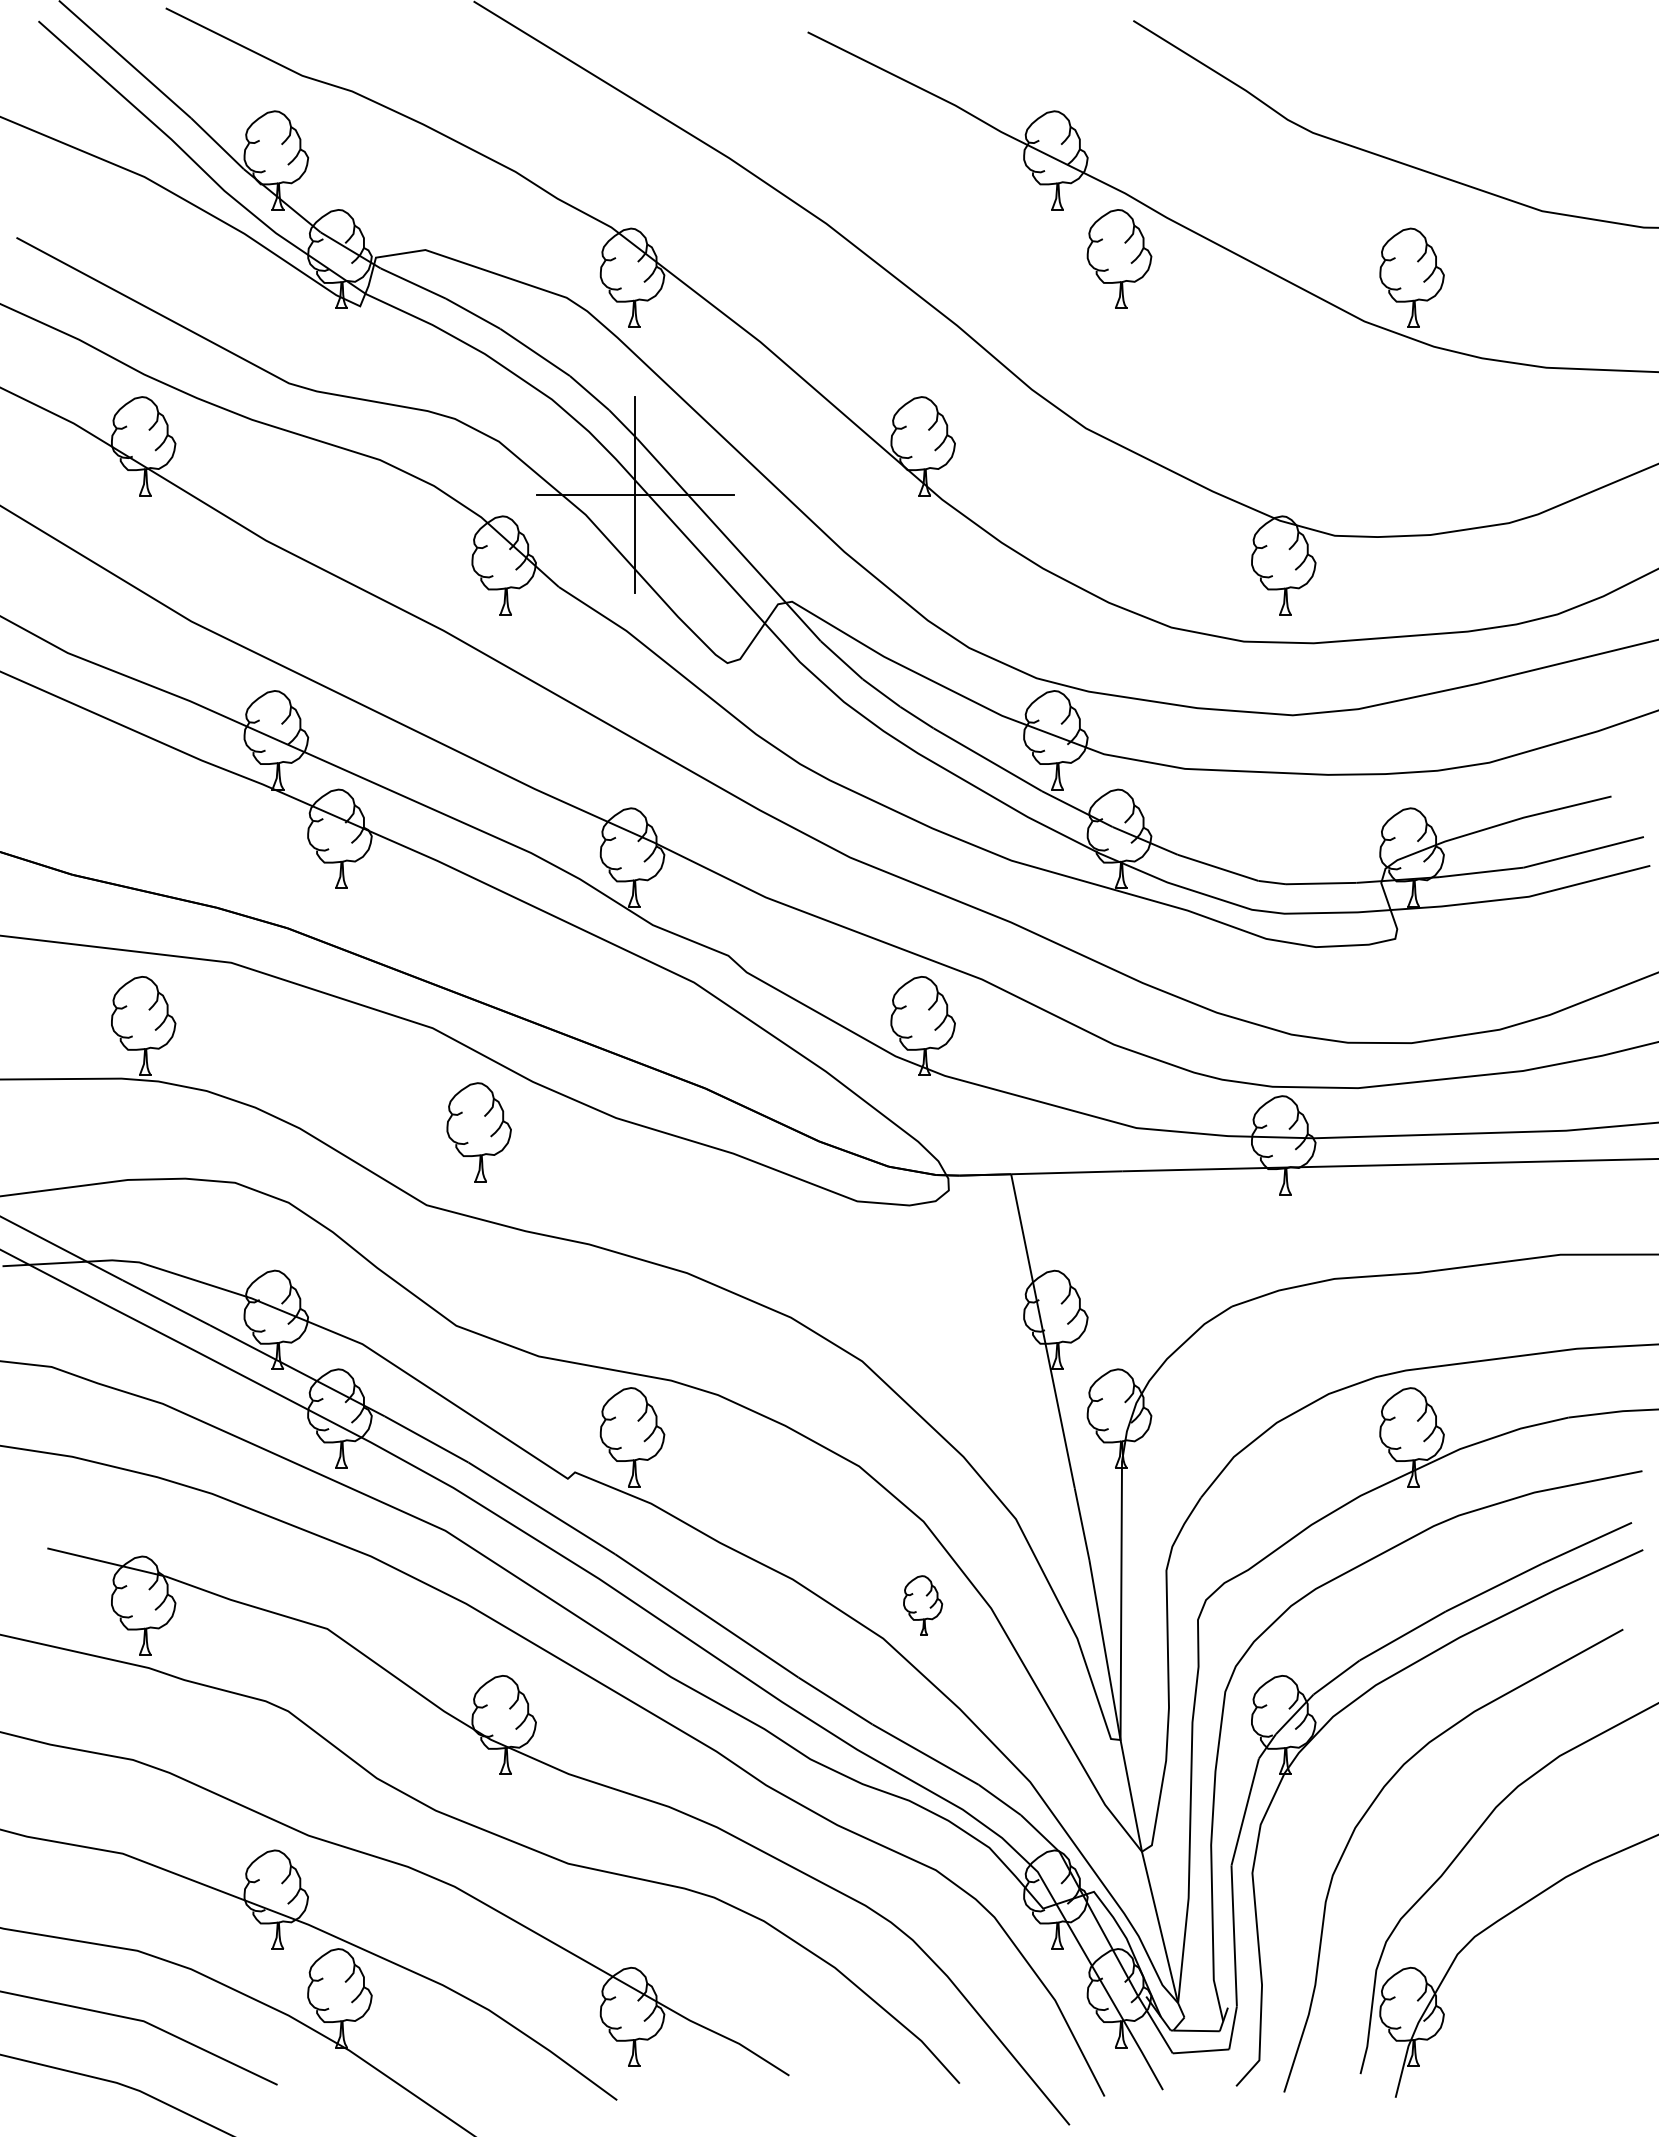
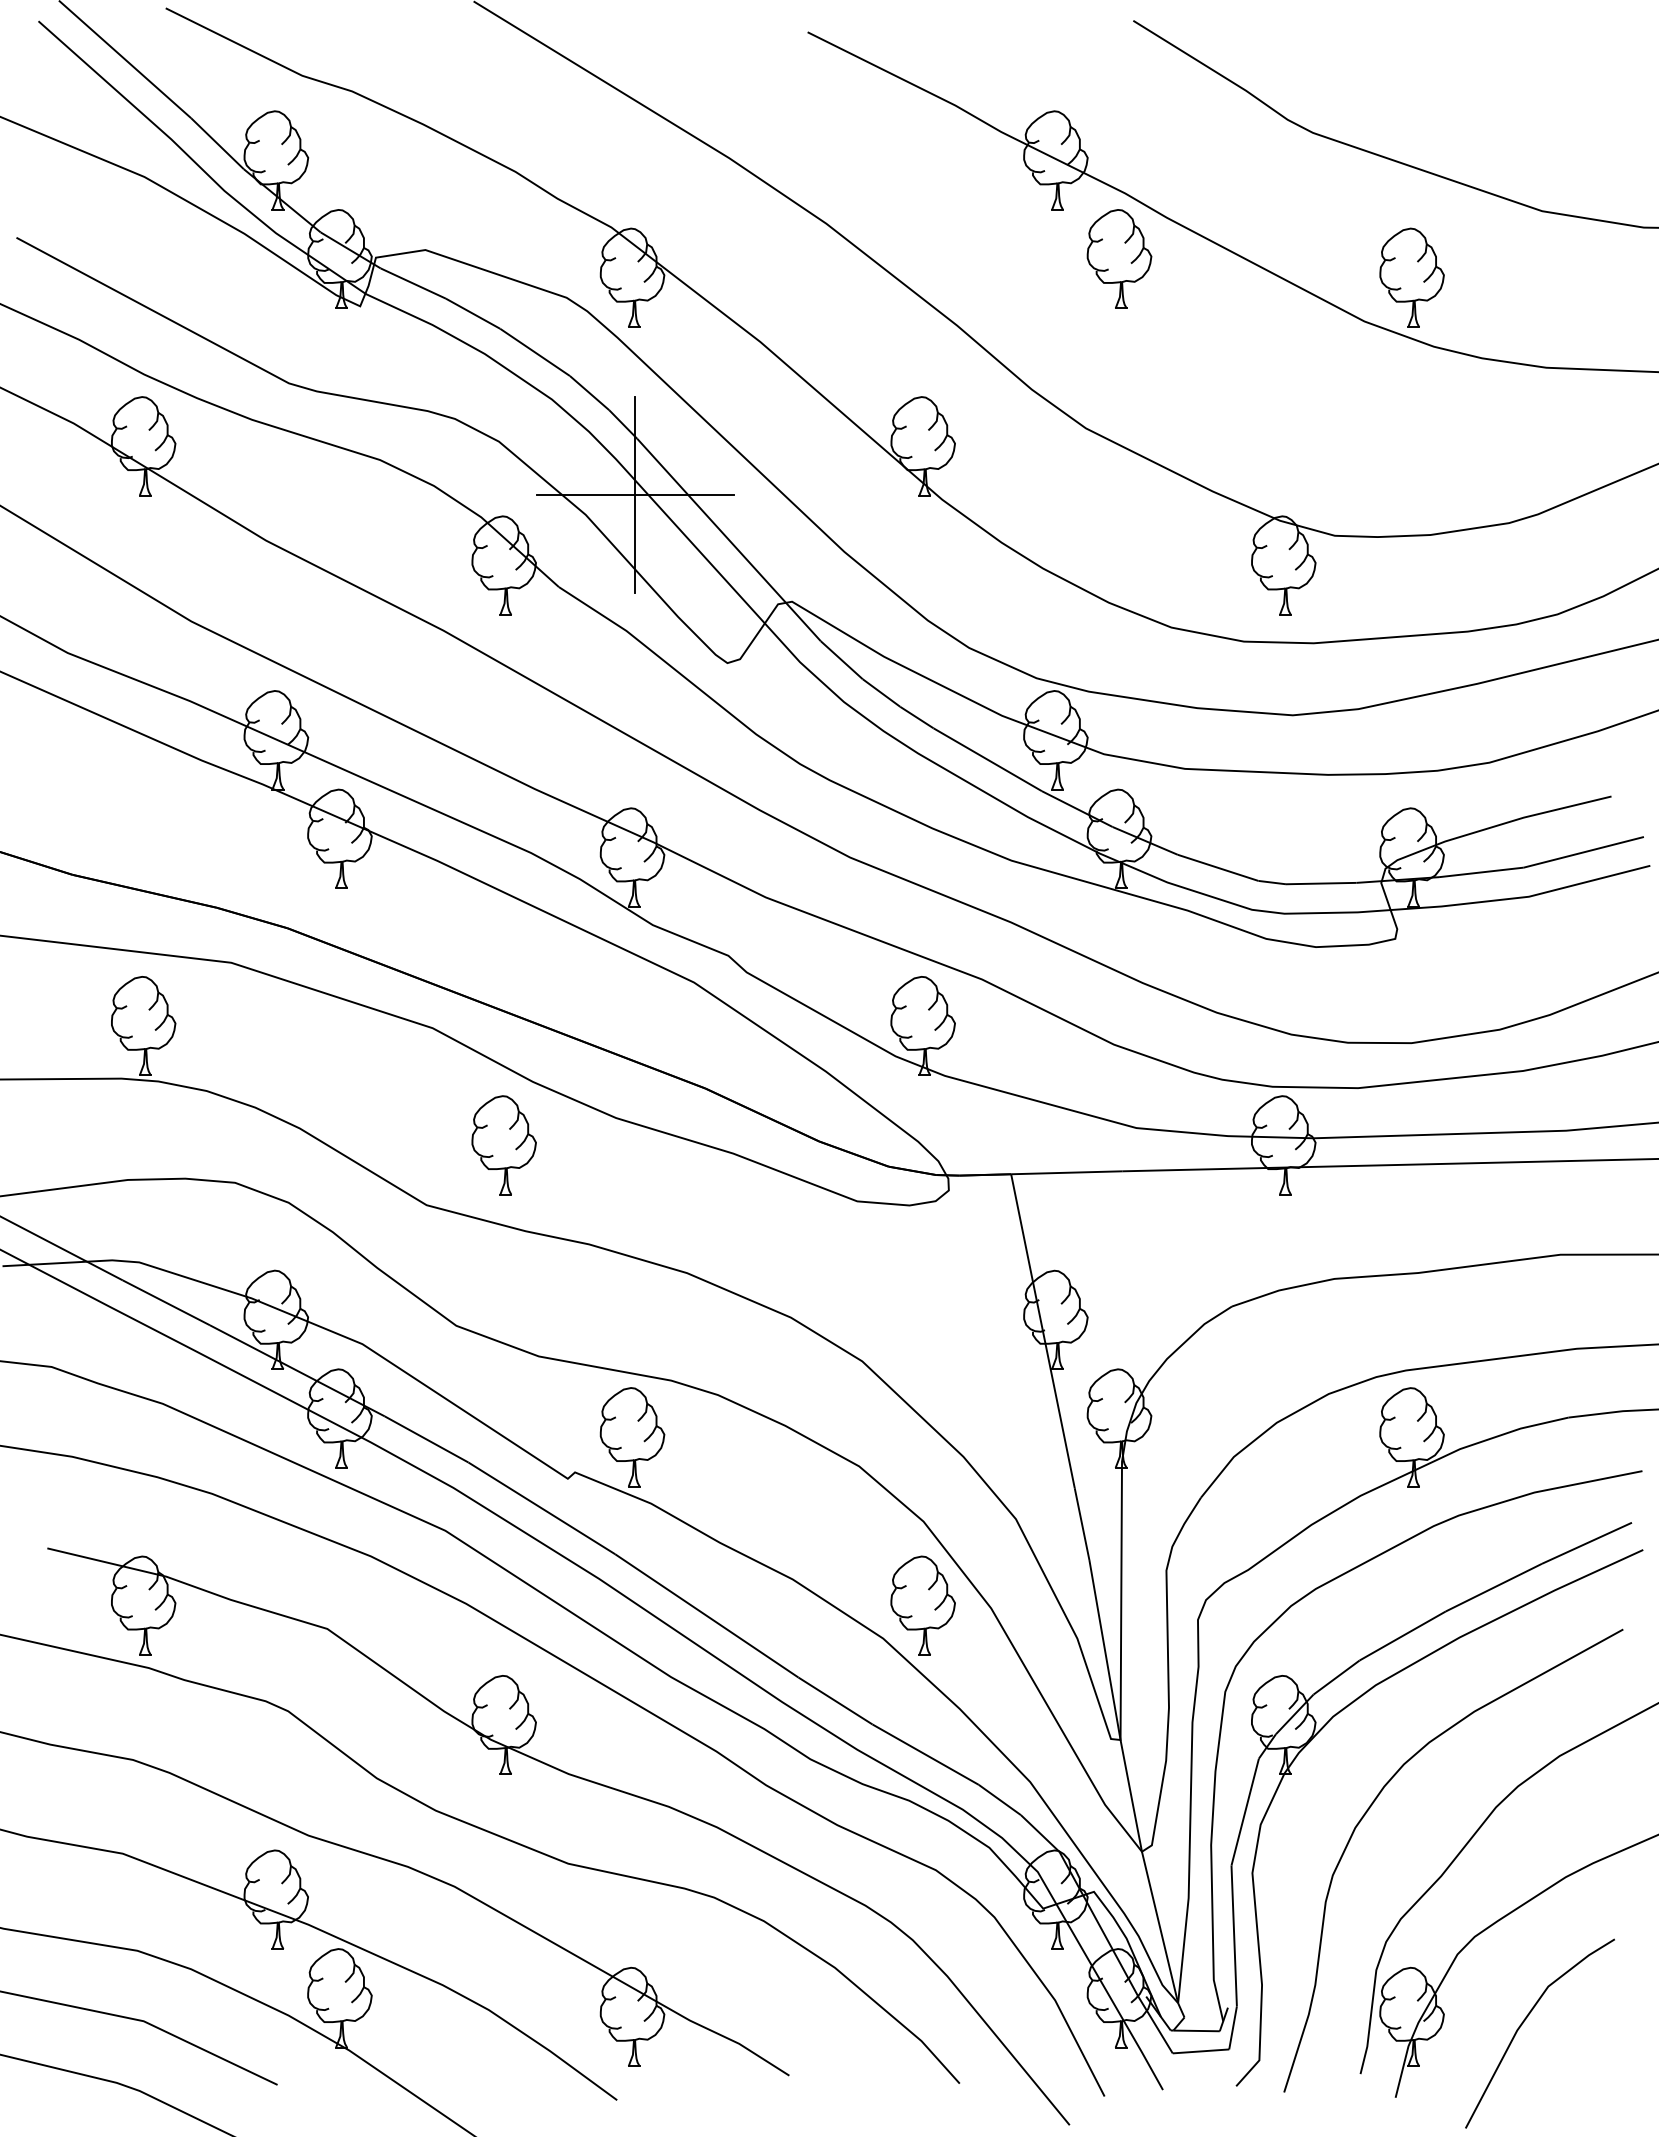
part at (478, 1132) position: (478, 1132) -> (503, 1145)
part at (923, 1605) size: 41x61 px -> 66x101 px
line at (1524, 2022): none -> present
